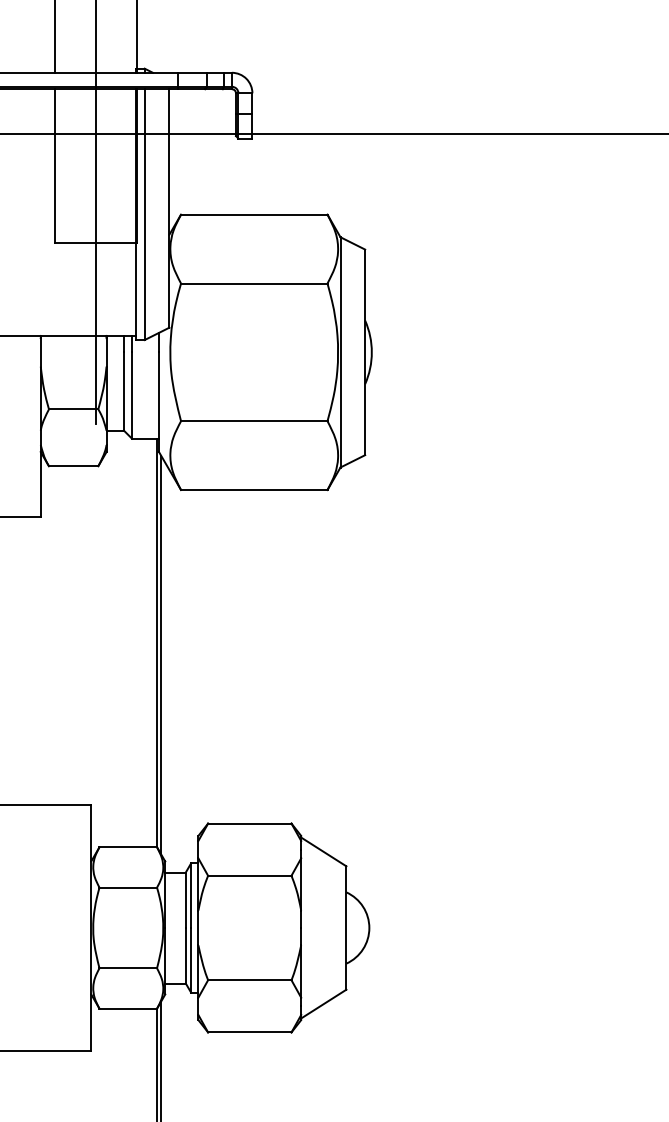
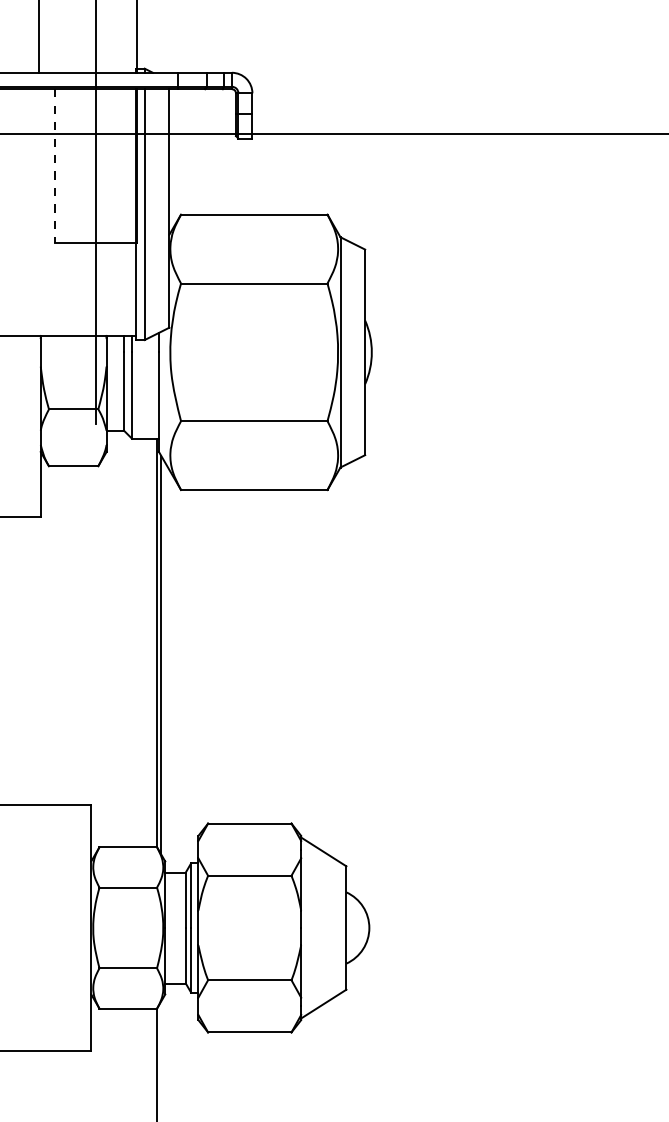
line at (55, 37) position: (55, 37) -> (39, 37)
line at (55, 166): solid -> dashed
line at (161, 1059): present -> none
